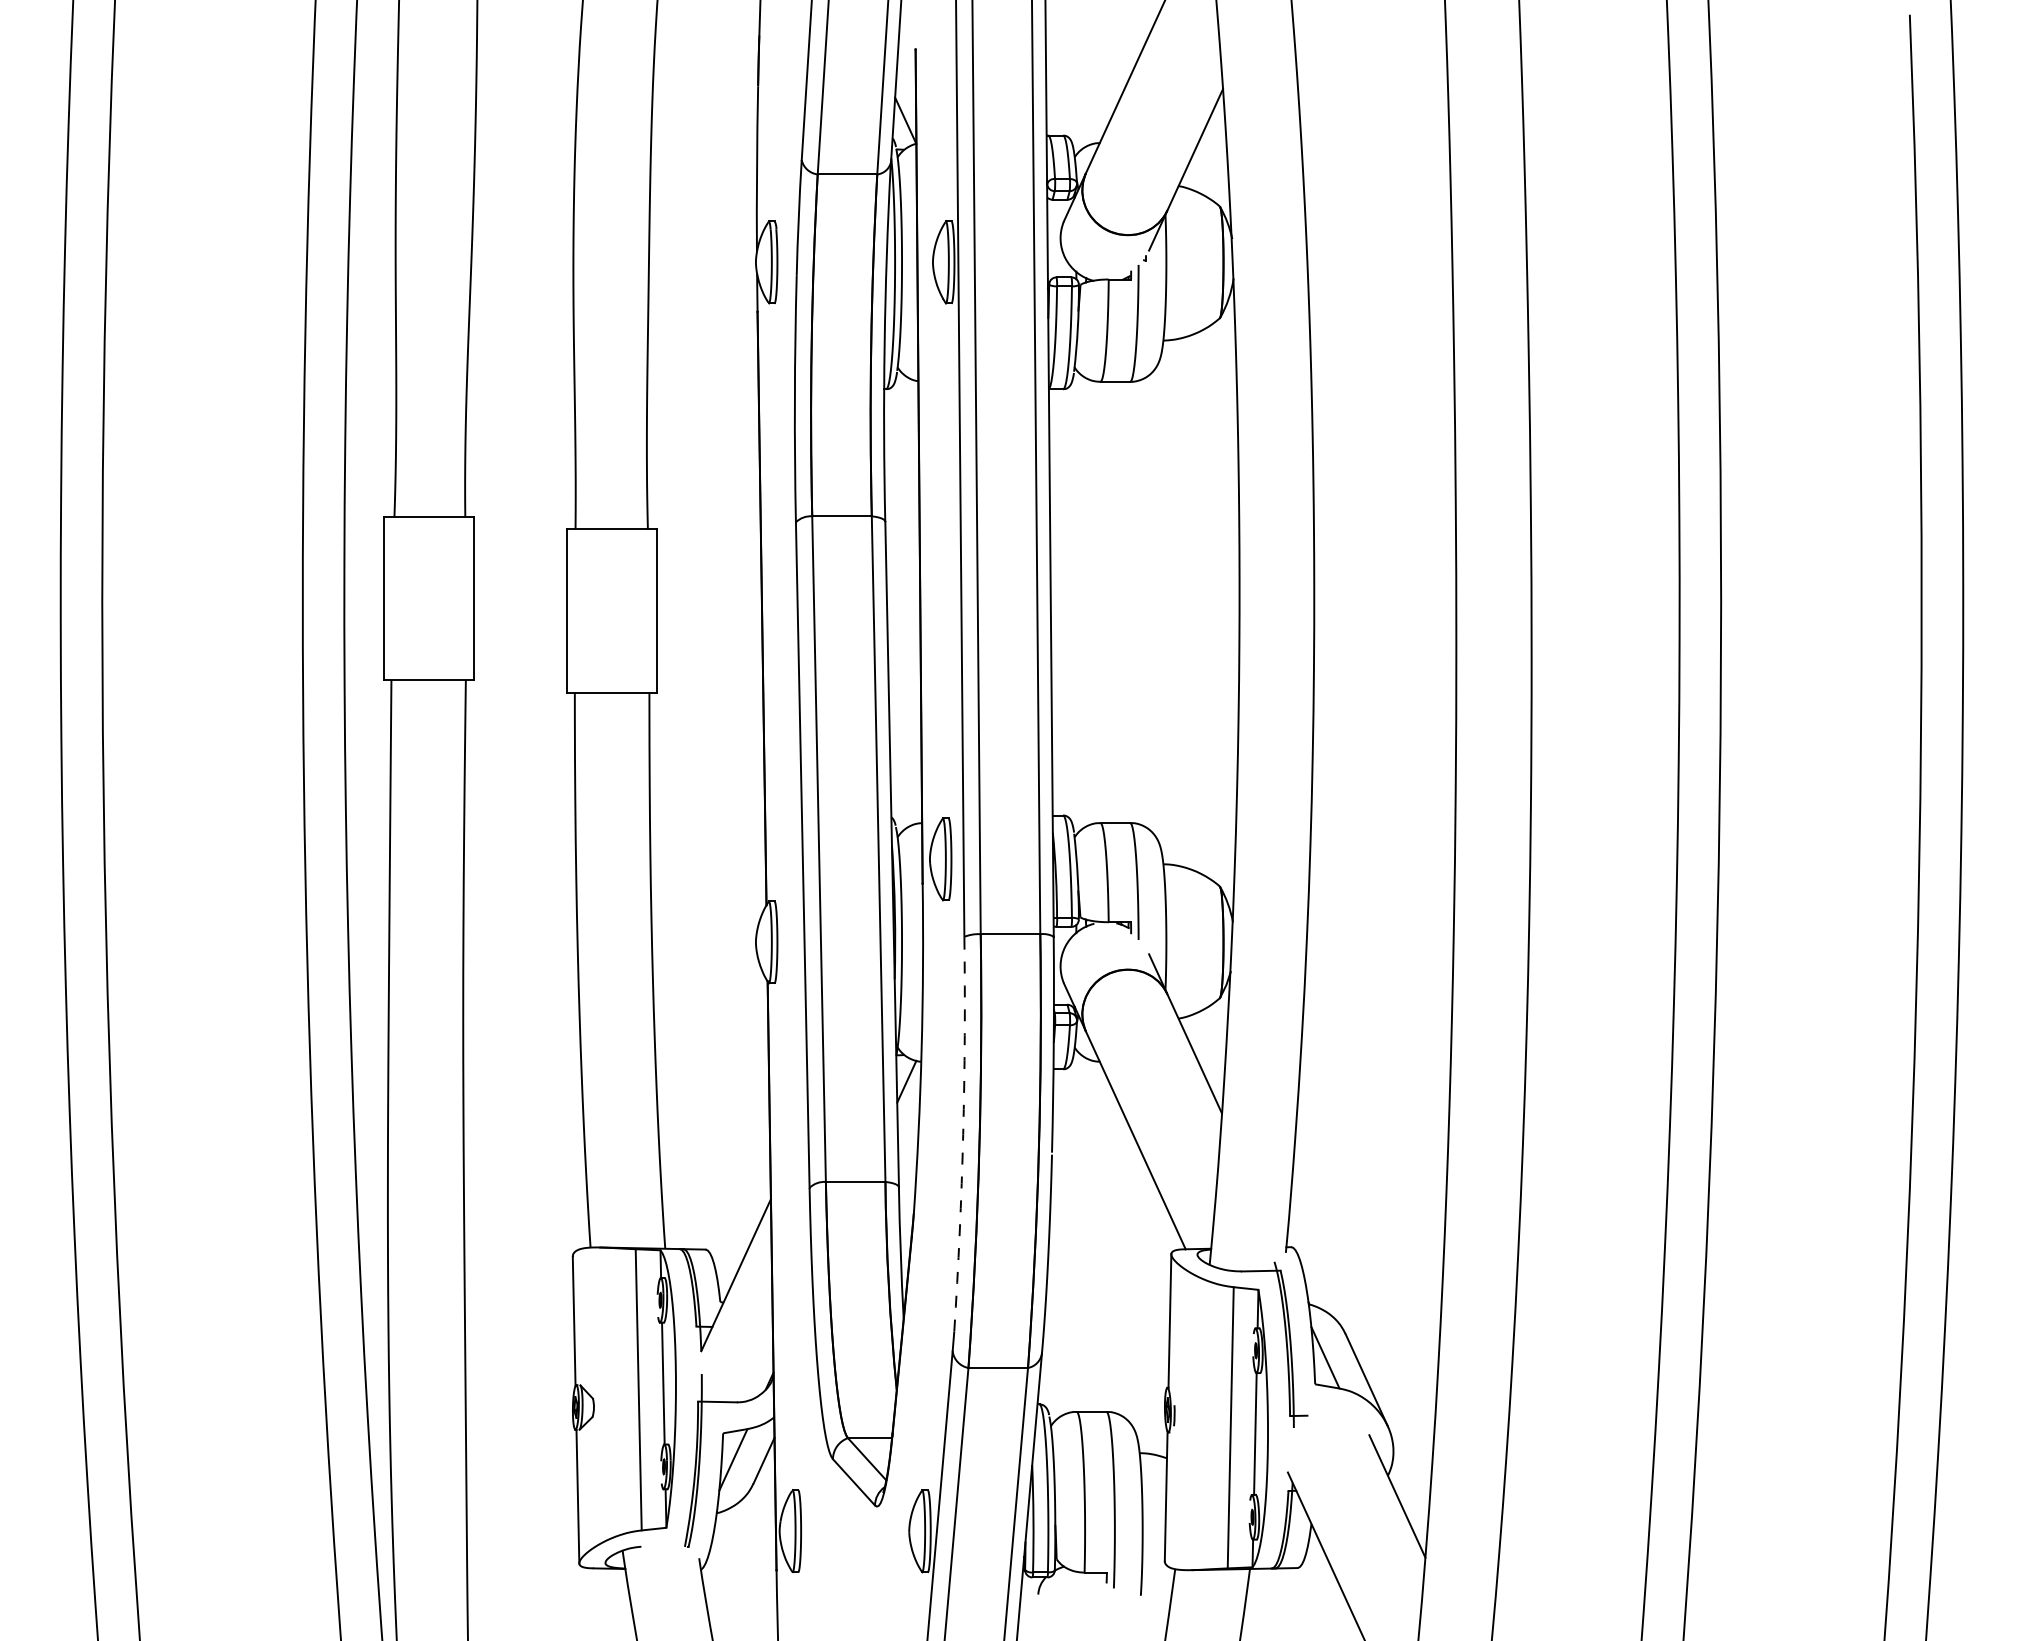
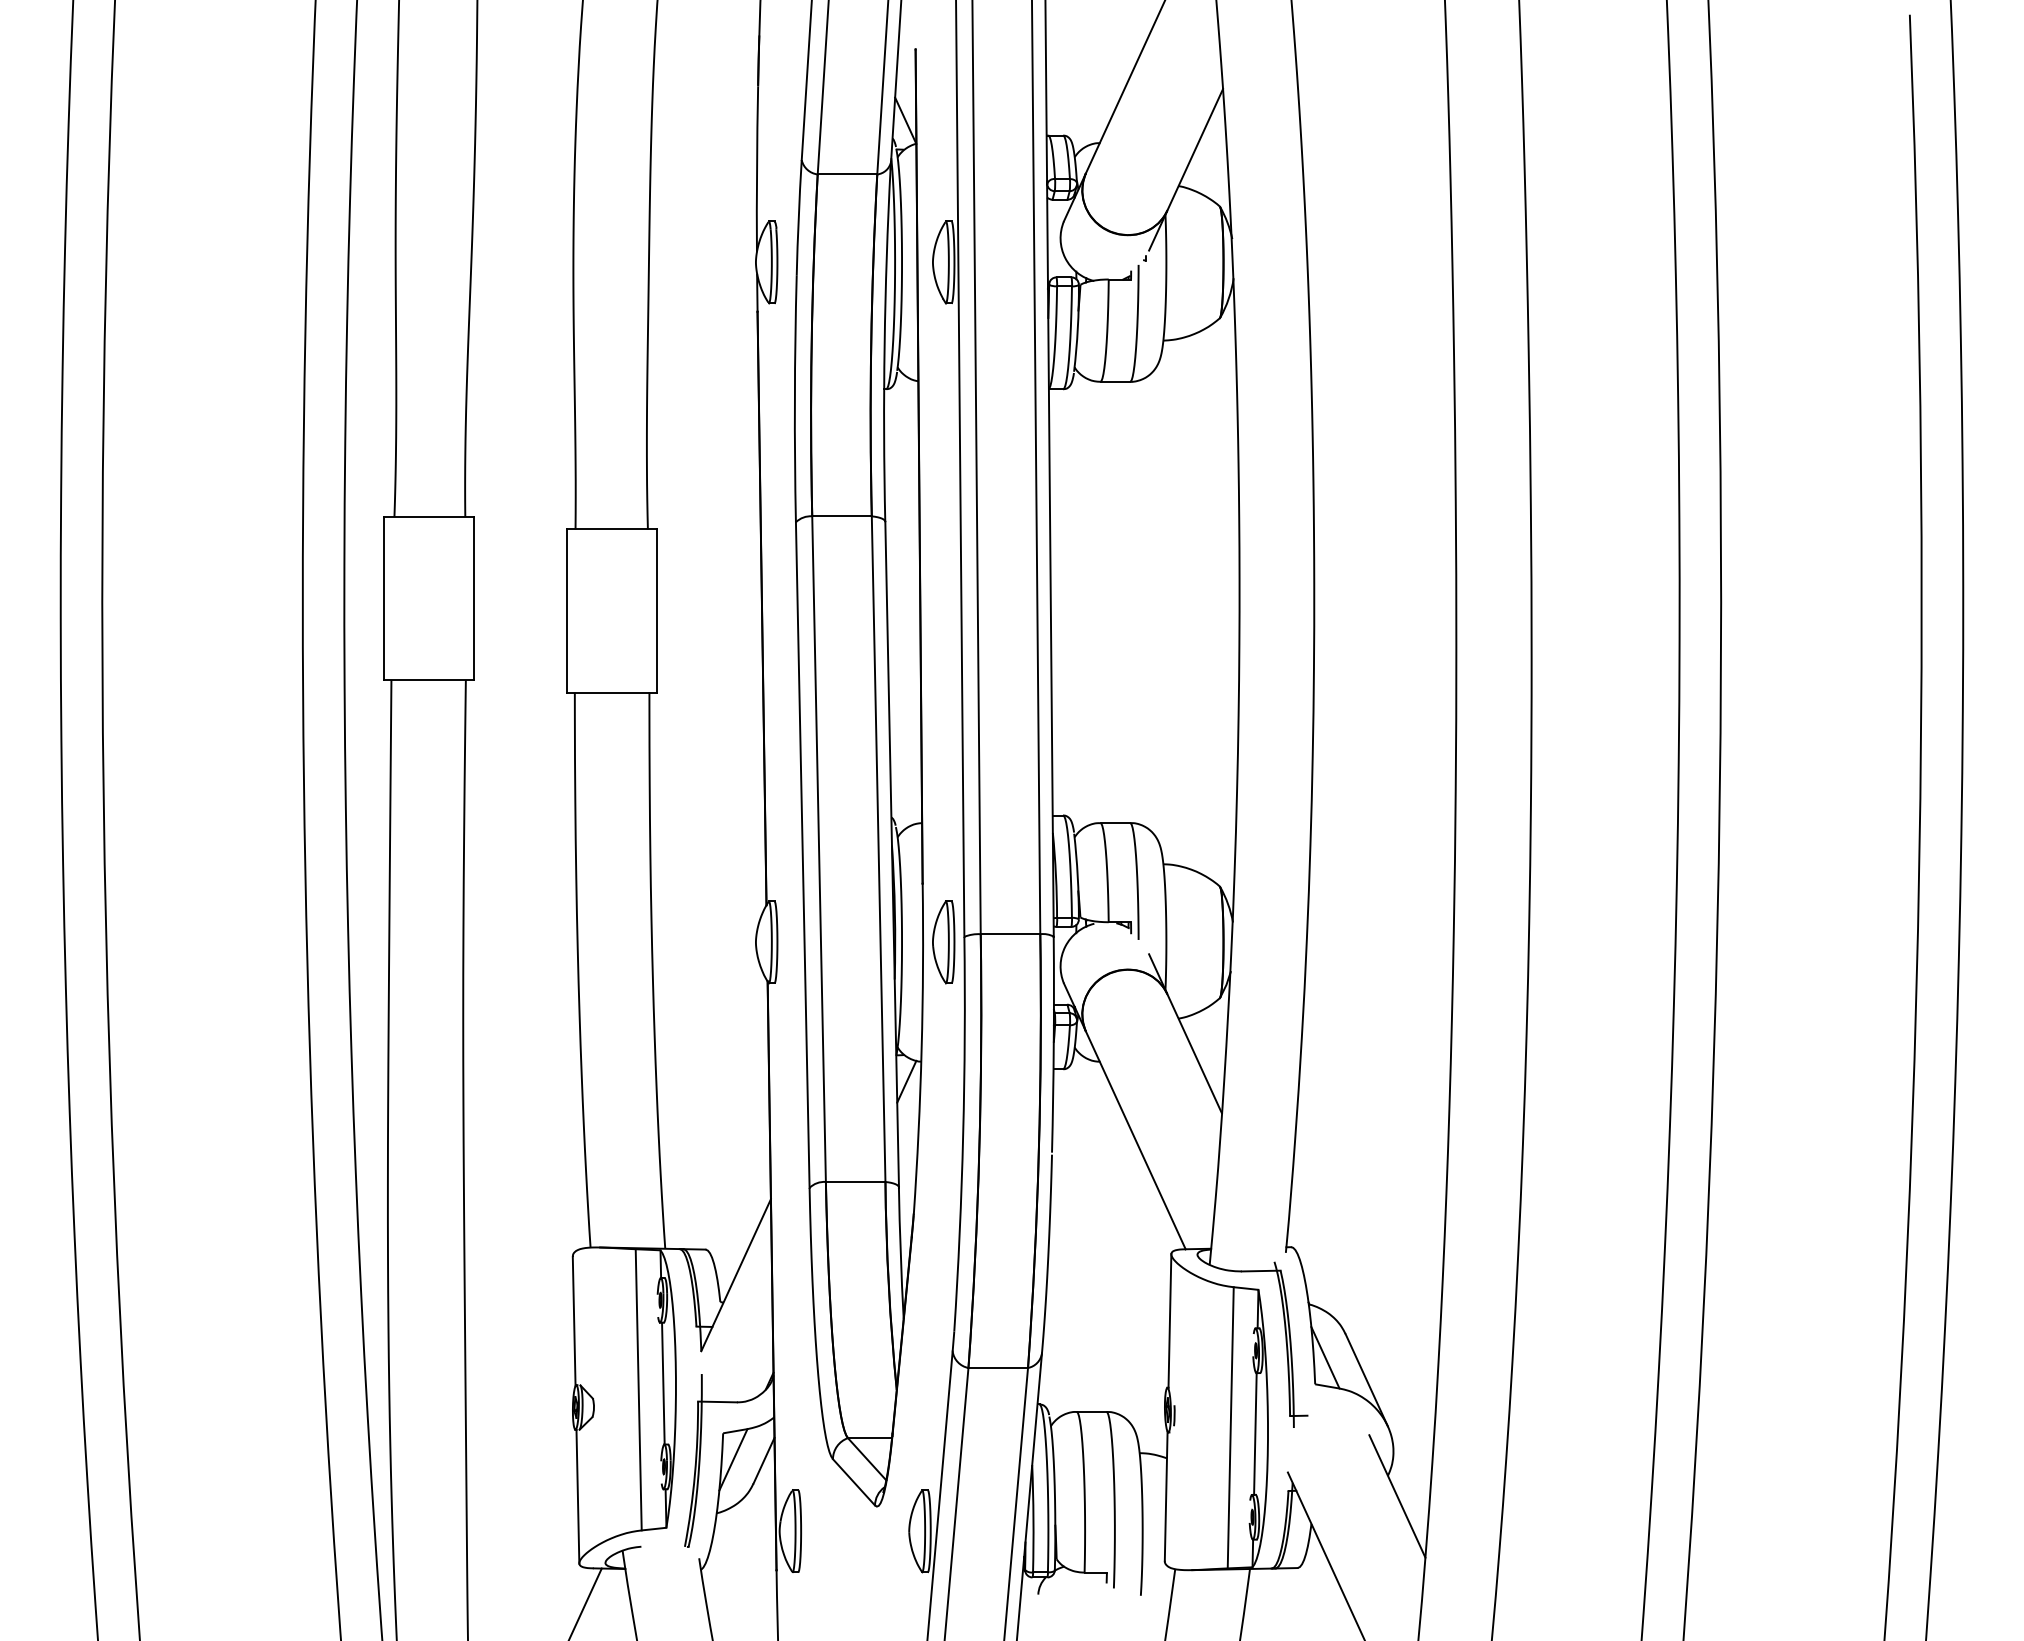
part at (940, 859) position: (940, 859) -> (943, 942)
arc at (963, 1134): dashed -> solid
line at (585, 1602): none -> present
